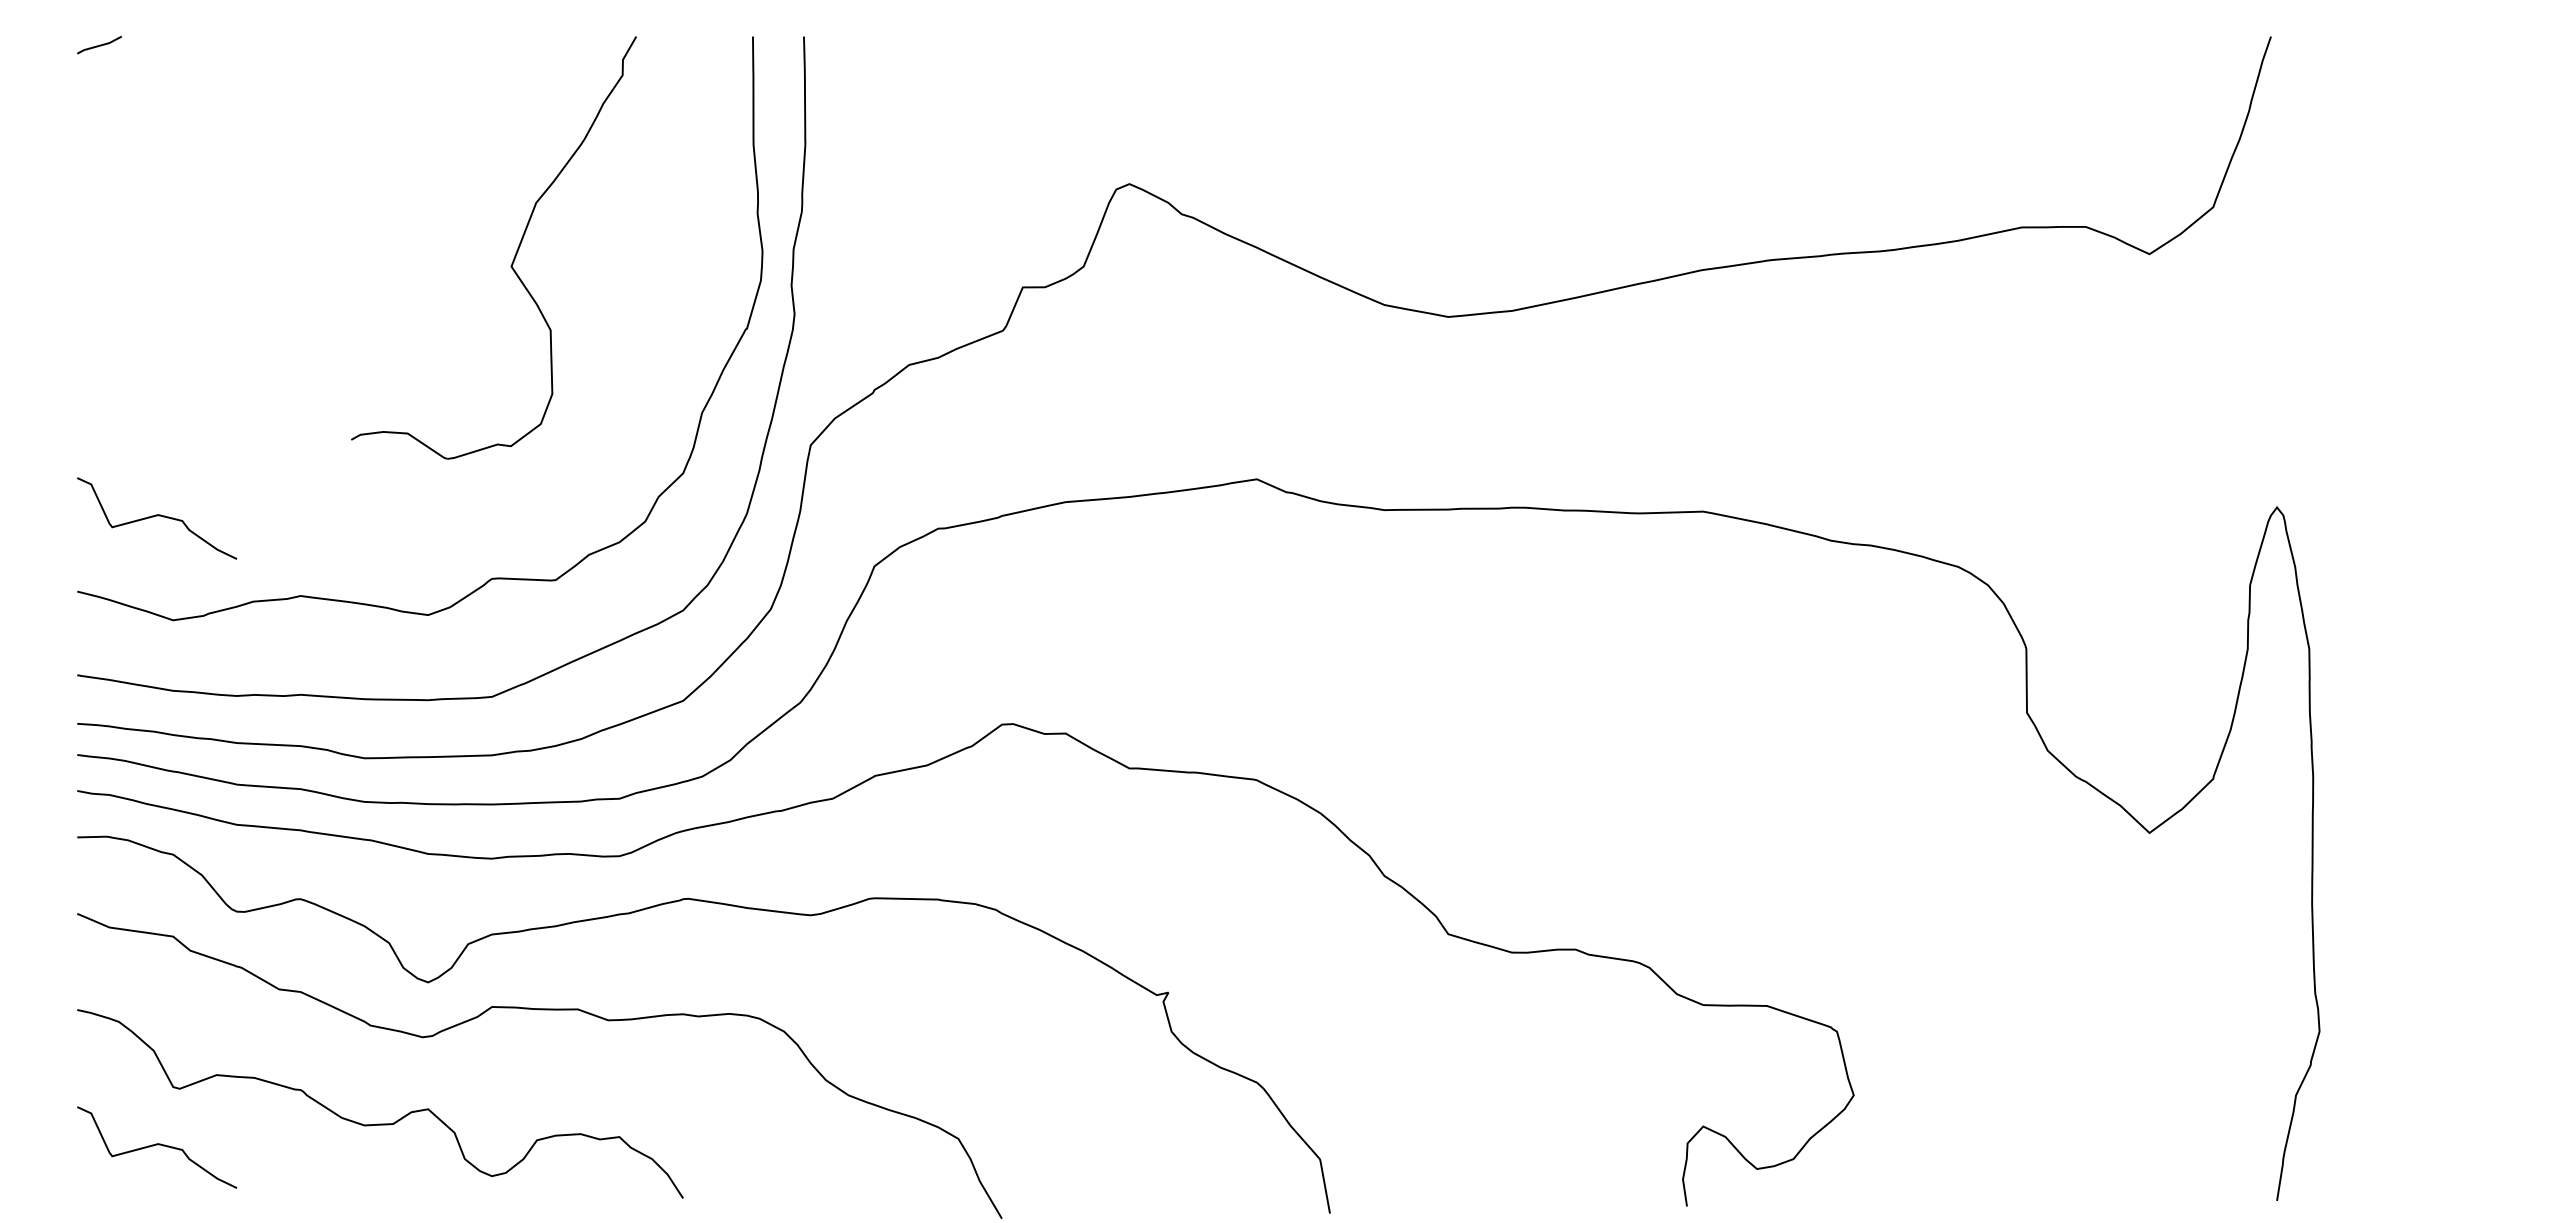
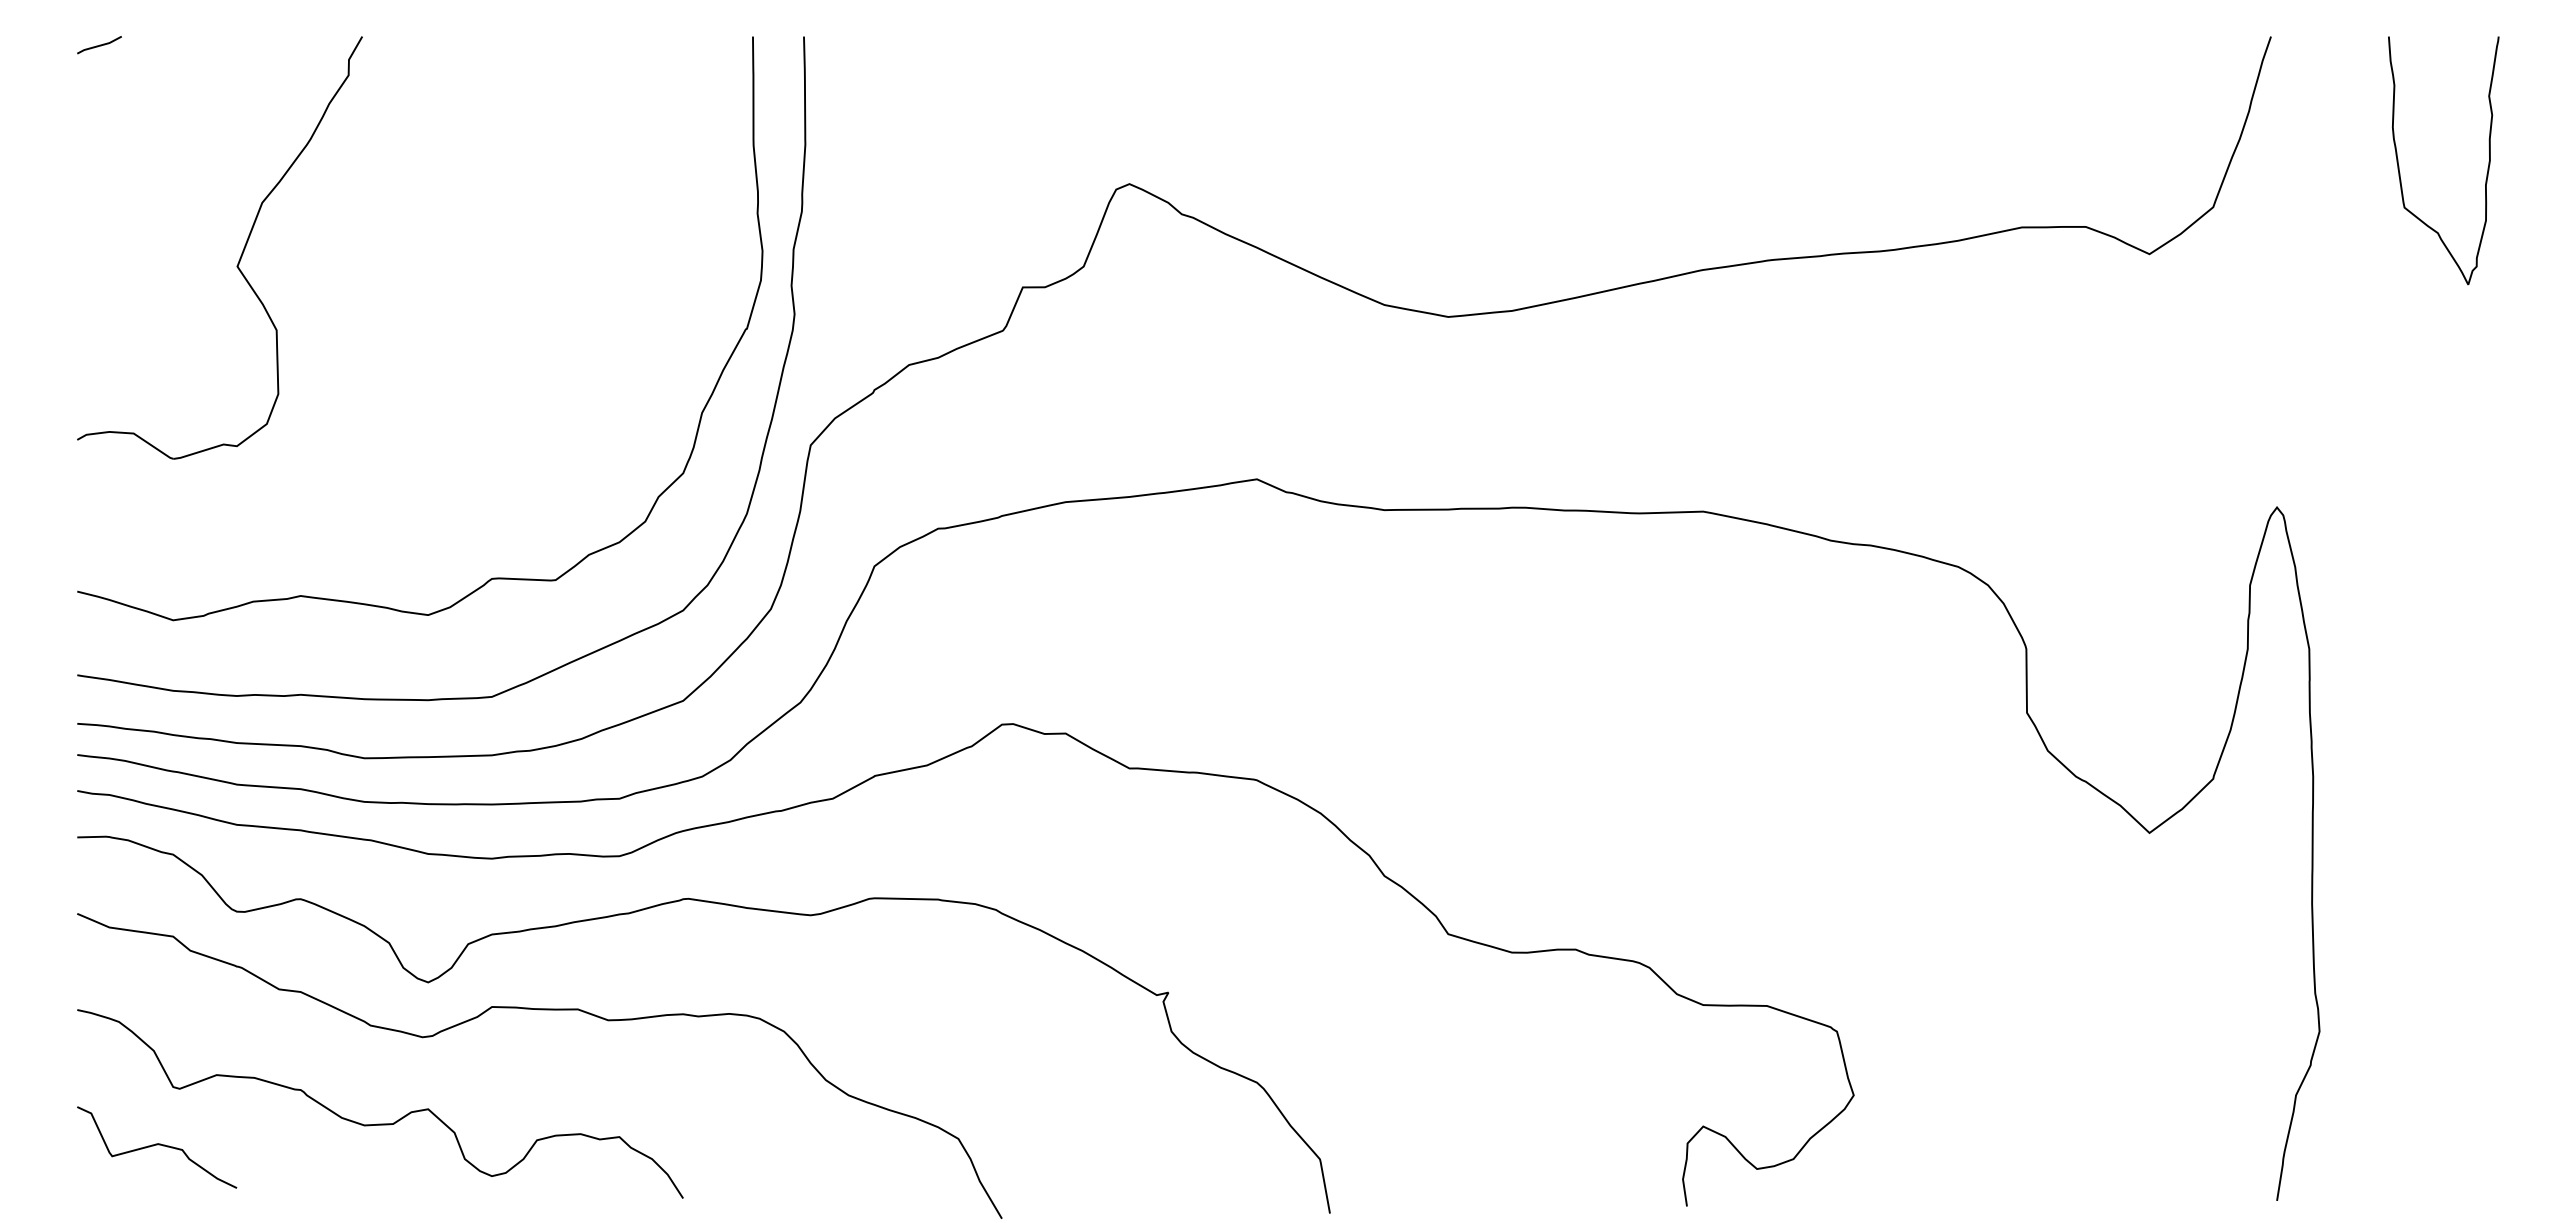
curve at (2399, 165): none -> present
part at (514, 255) position: (514, 255) -> (240, 255)
curve at (157, 516): present -> none
